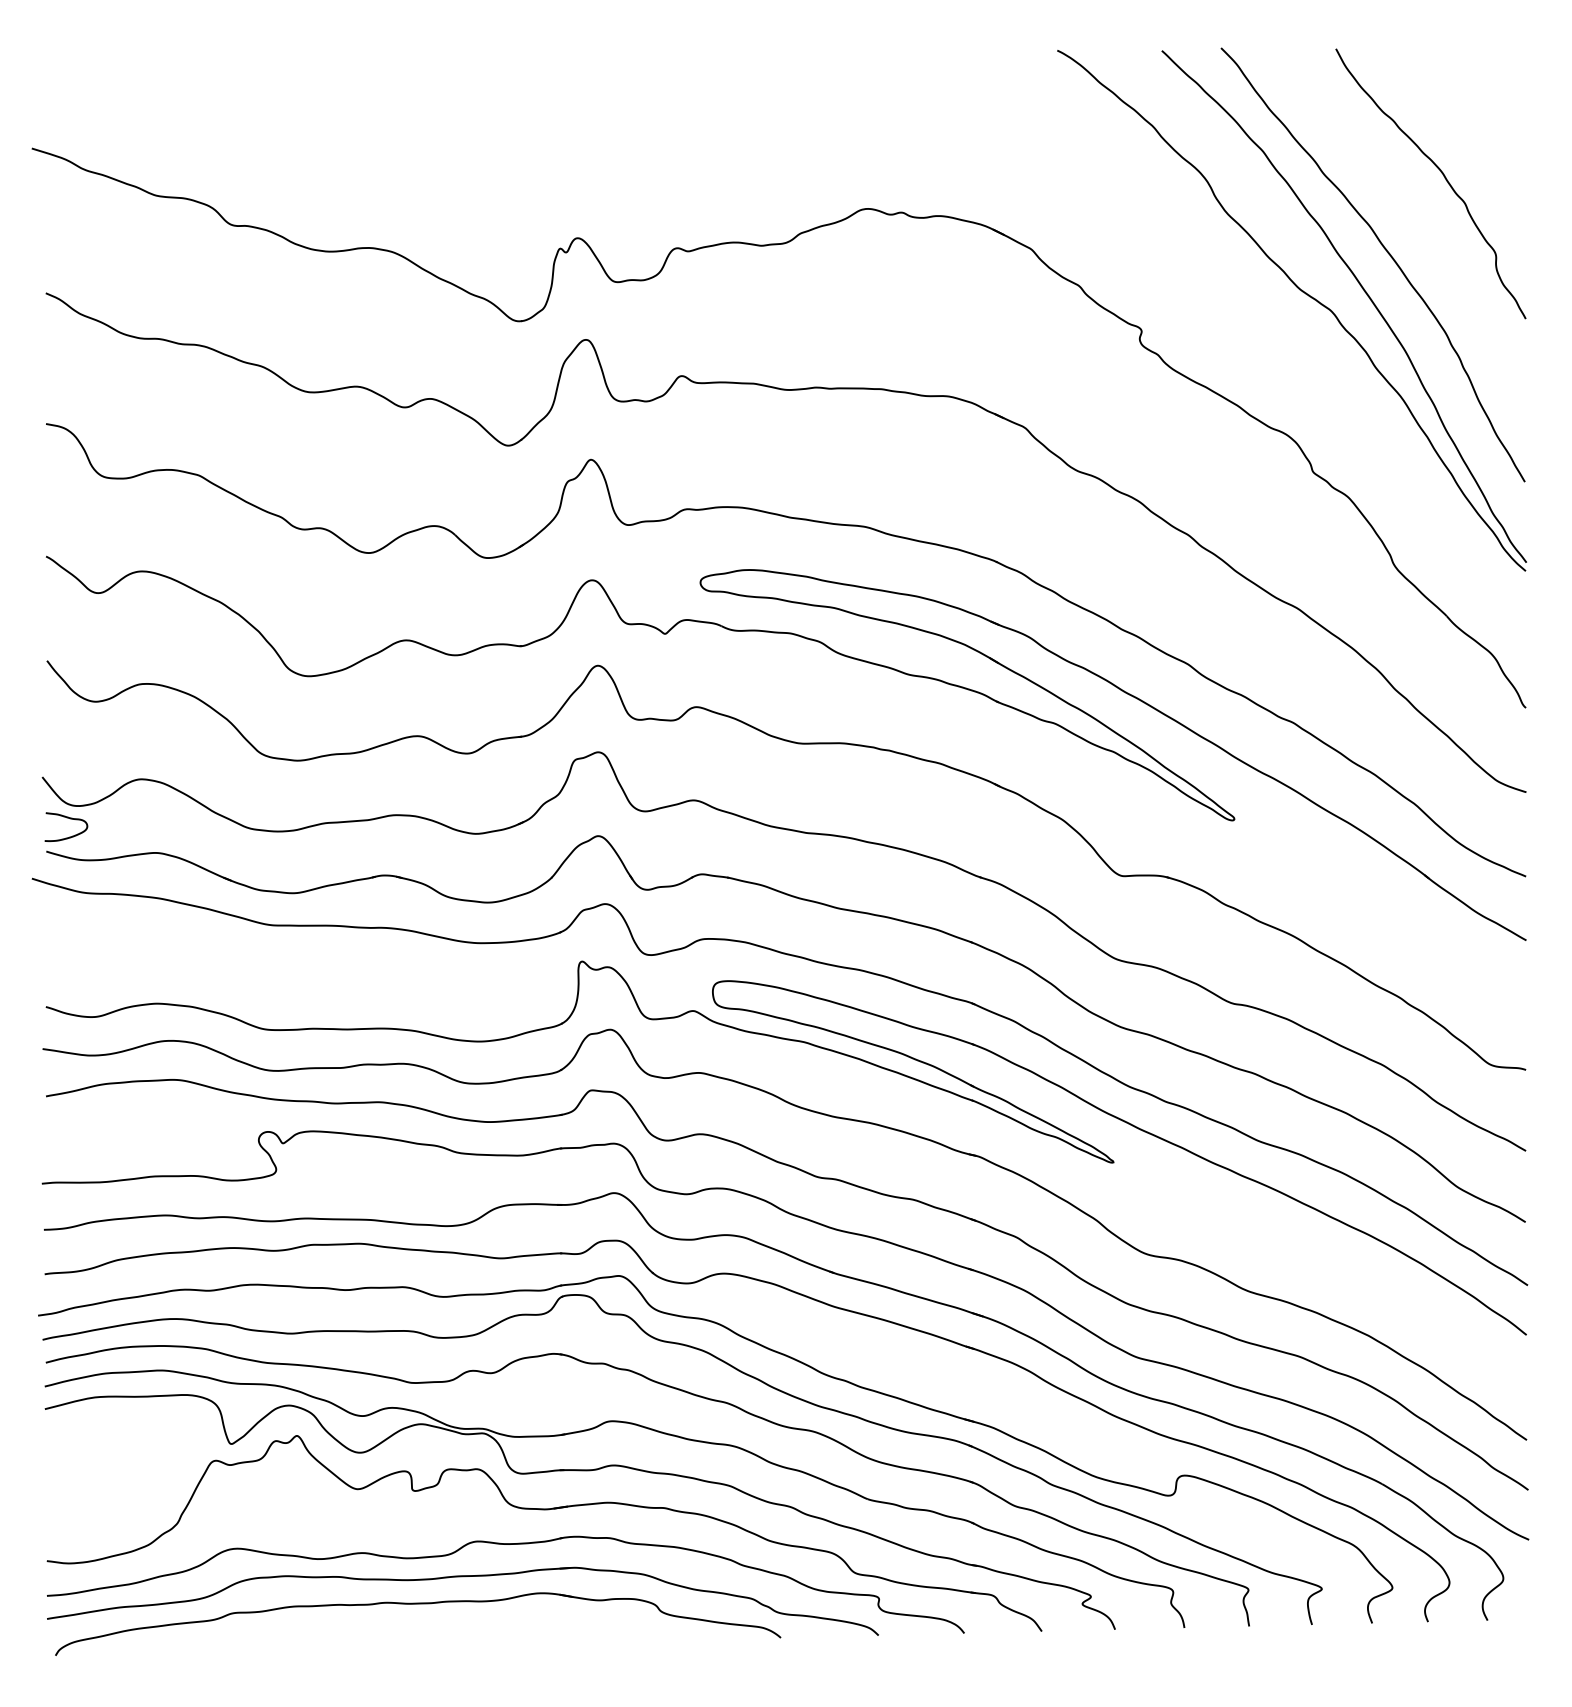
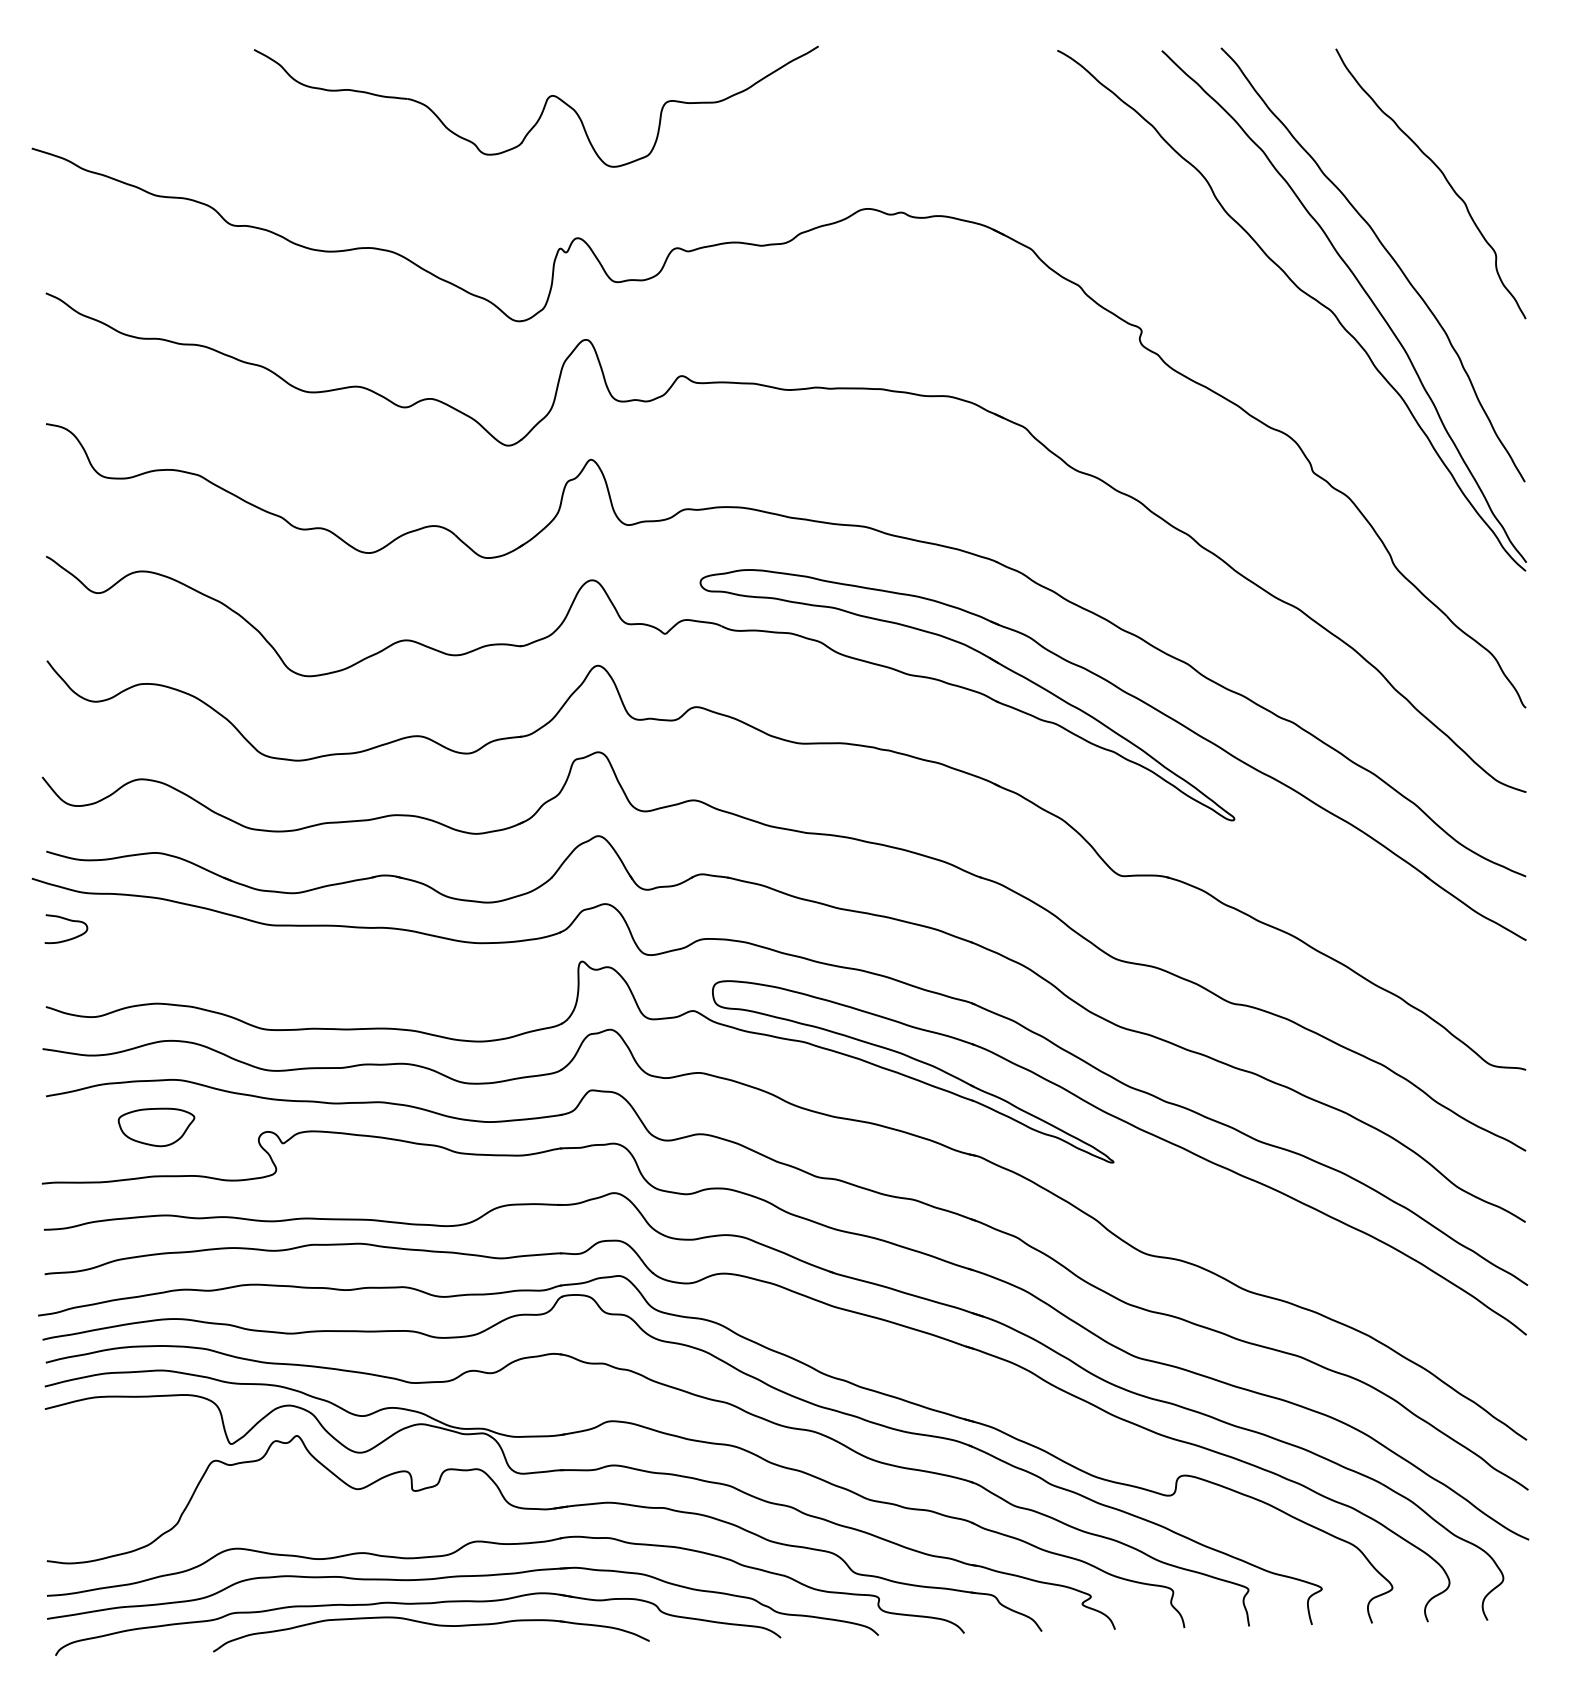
part at (542, 109): none -> present
curve at (66, 818) position: (66, 818) -> (66, 920)
part at (156, 1127): none -> present
part at (431, 1625): none -> present
